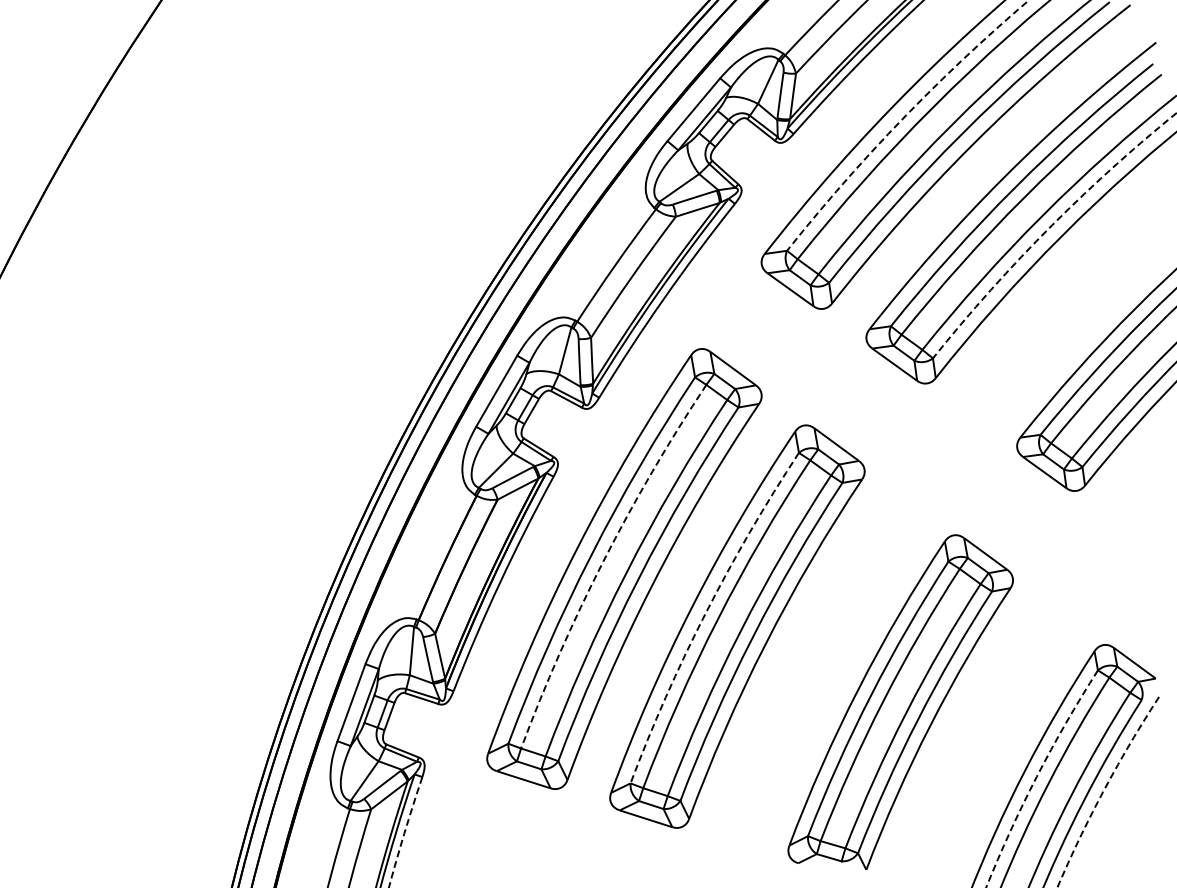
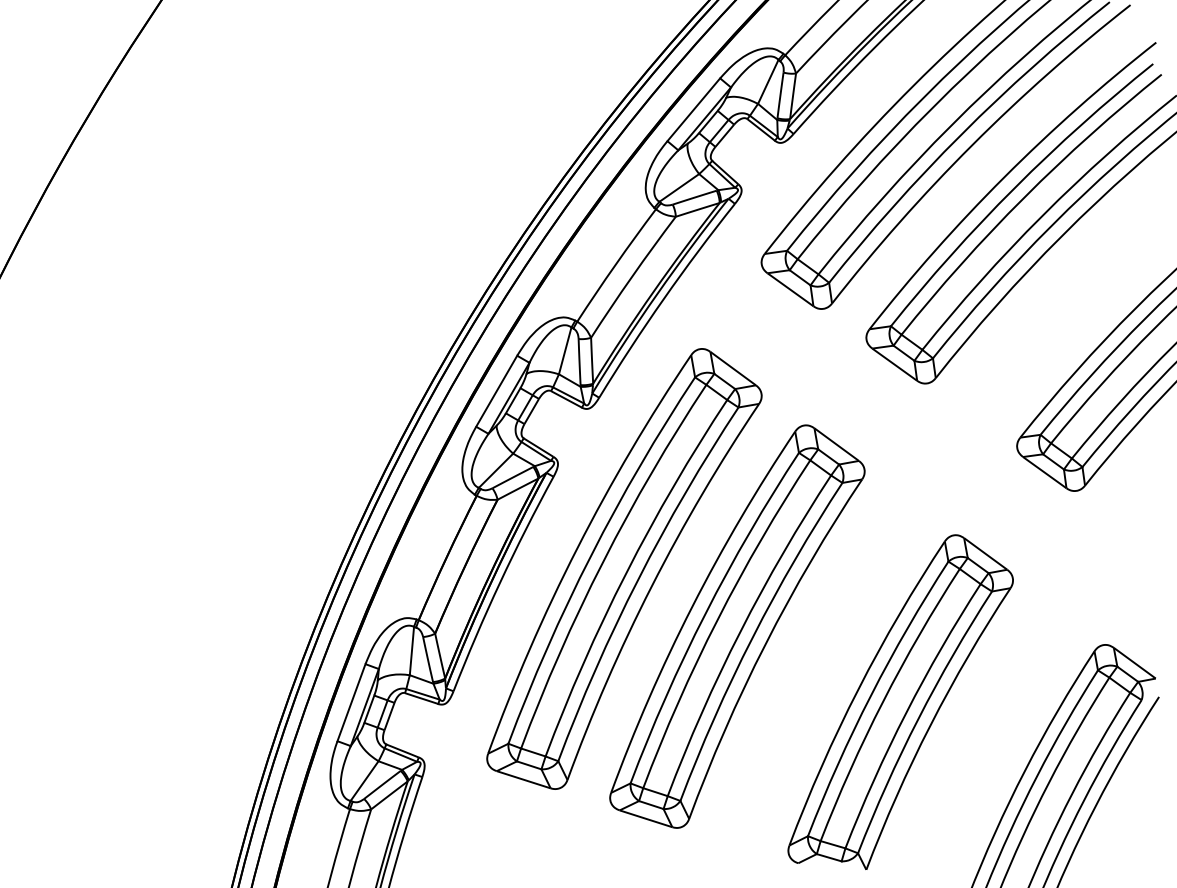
arc at (901, 119): dashed -> solid
arc at (1048, 229): dashed -> solid
arc at (603, 561): dashed -> solid
arc at (705, 613): dashed -> solid
arc at (1036, 776): dashed -> solid
arc at (1104, 790): dashed -> solid
arc at (404, 832): dashed -> solid
